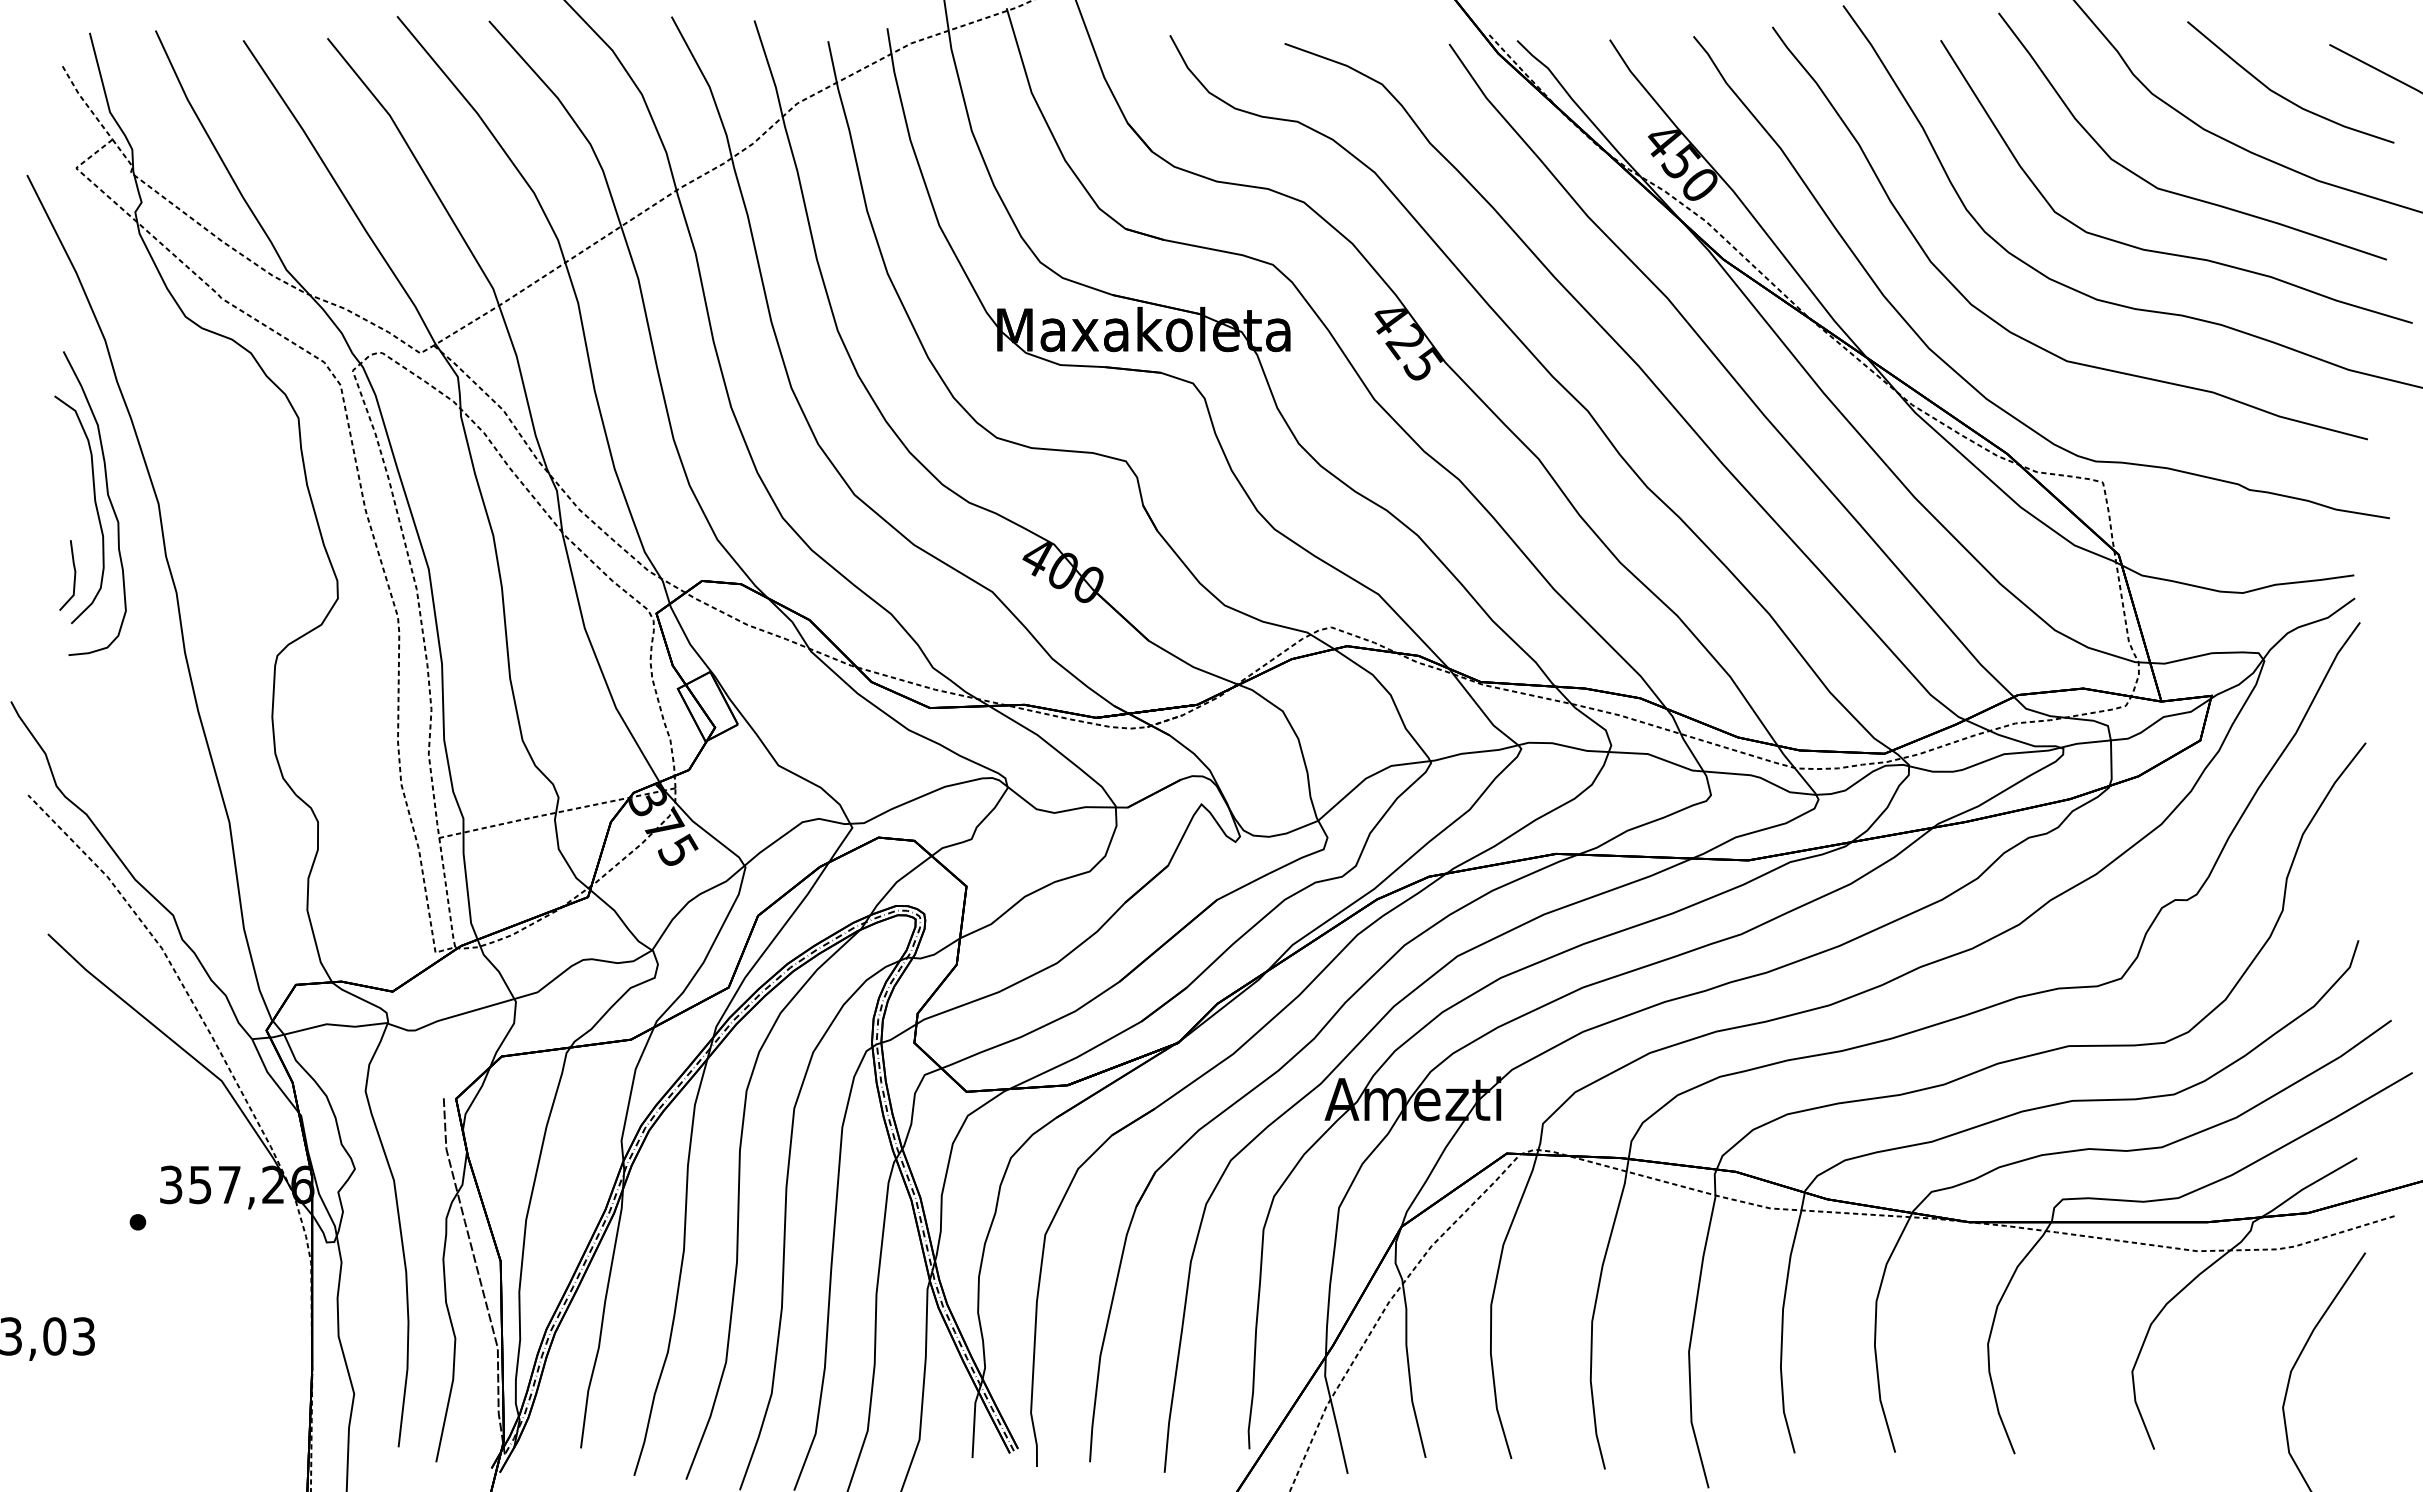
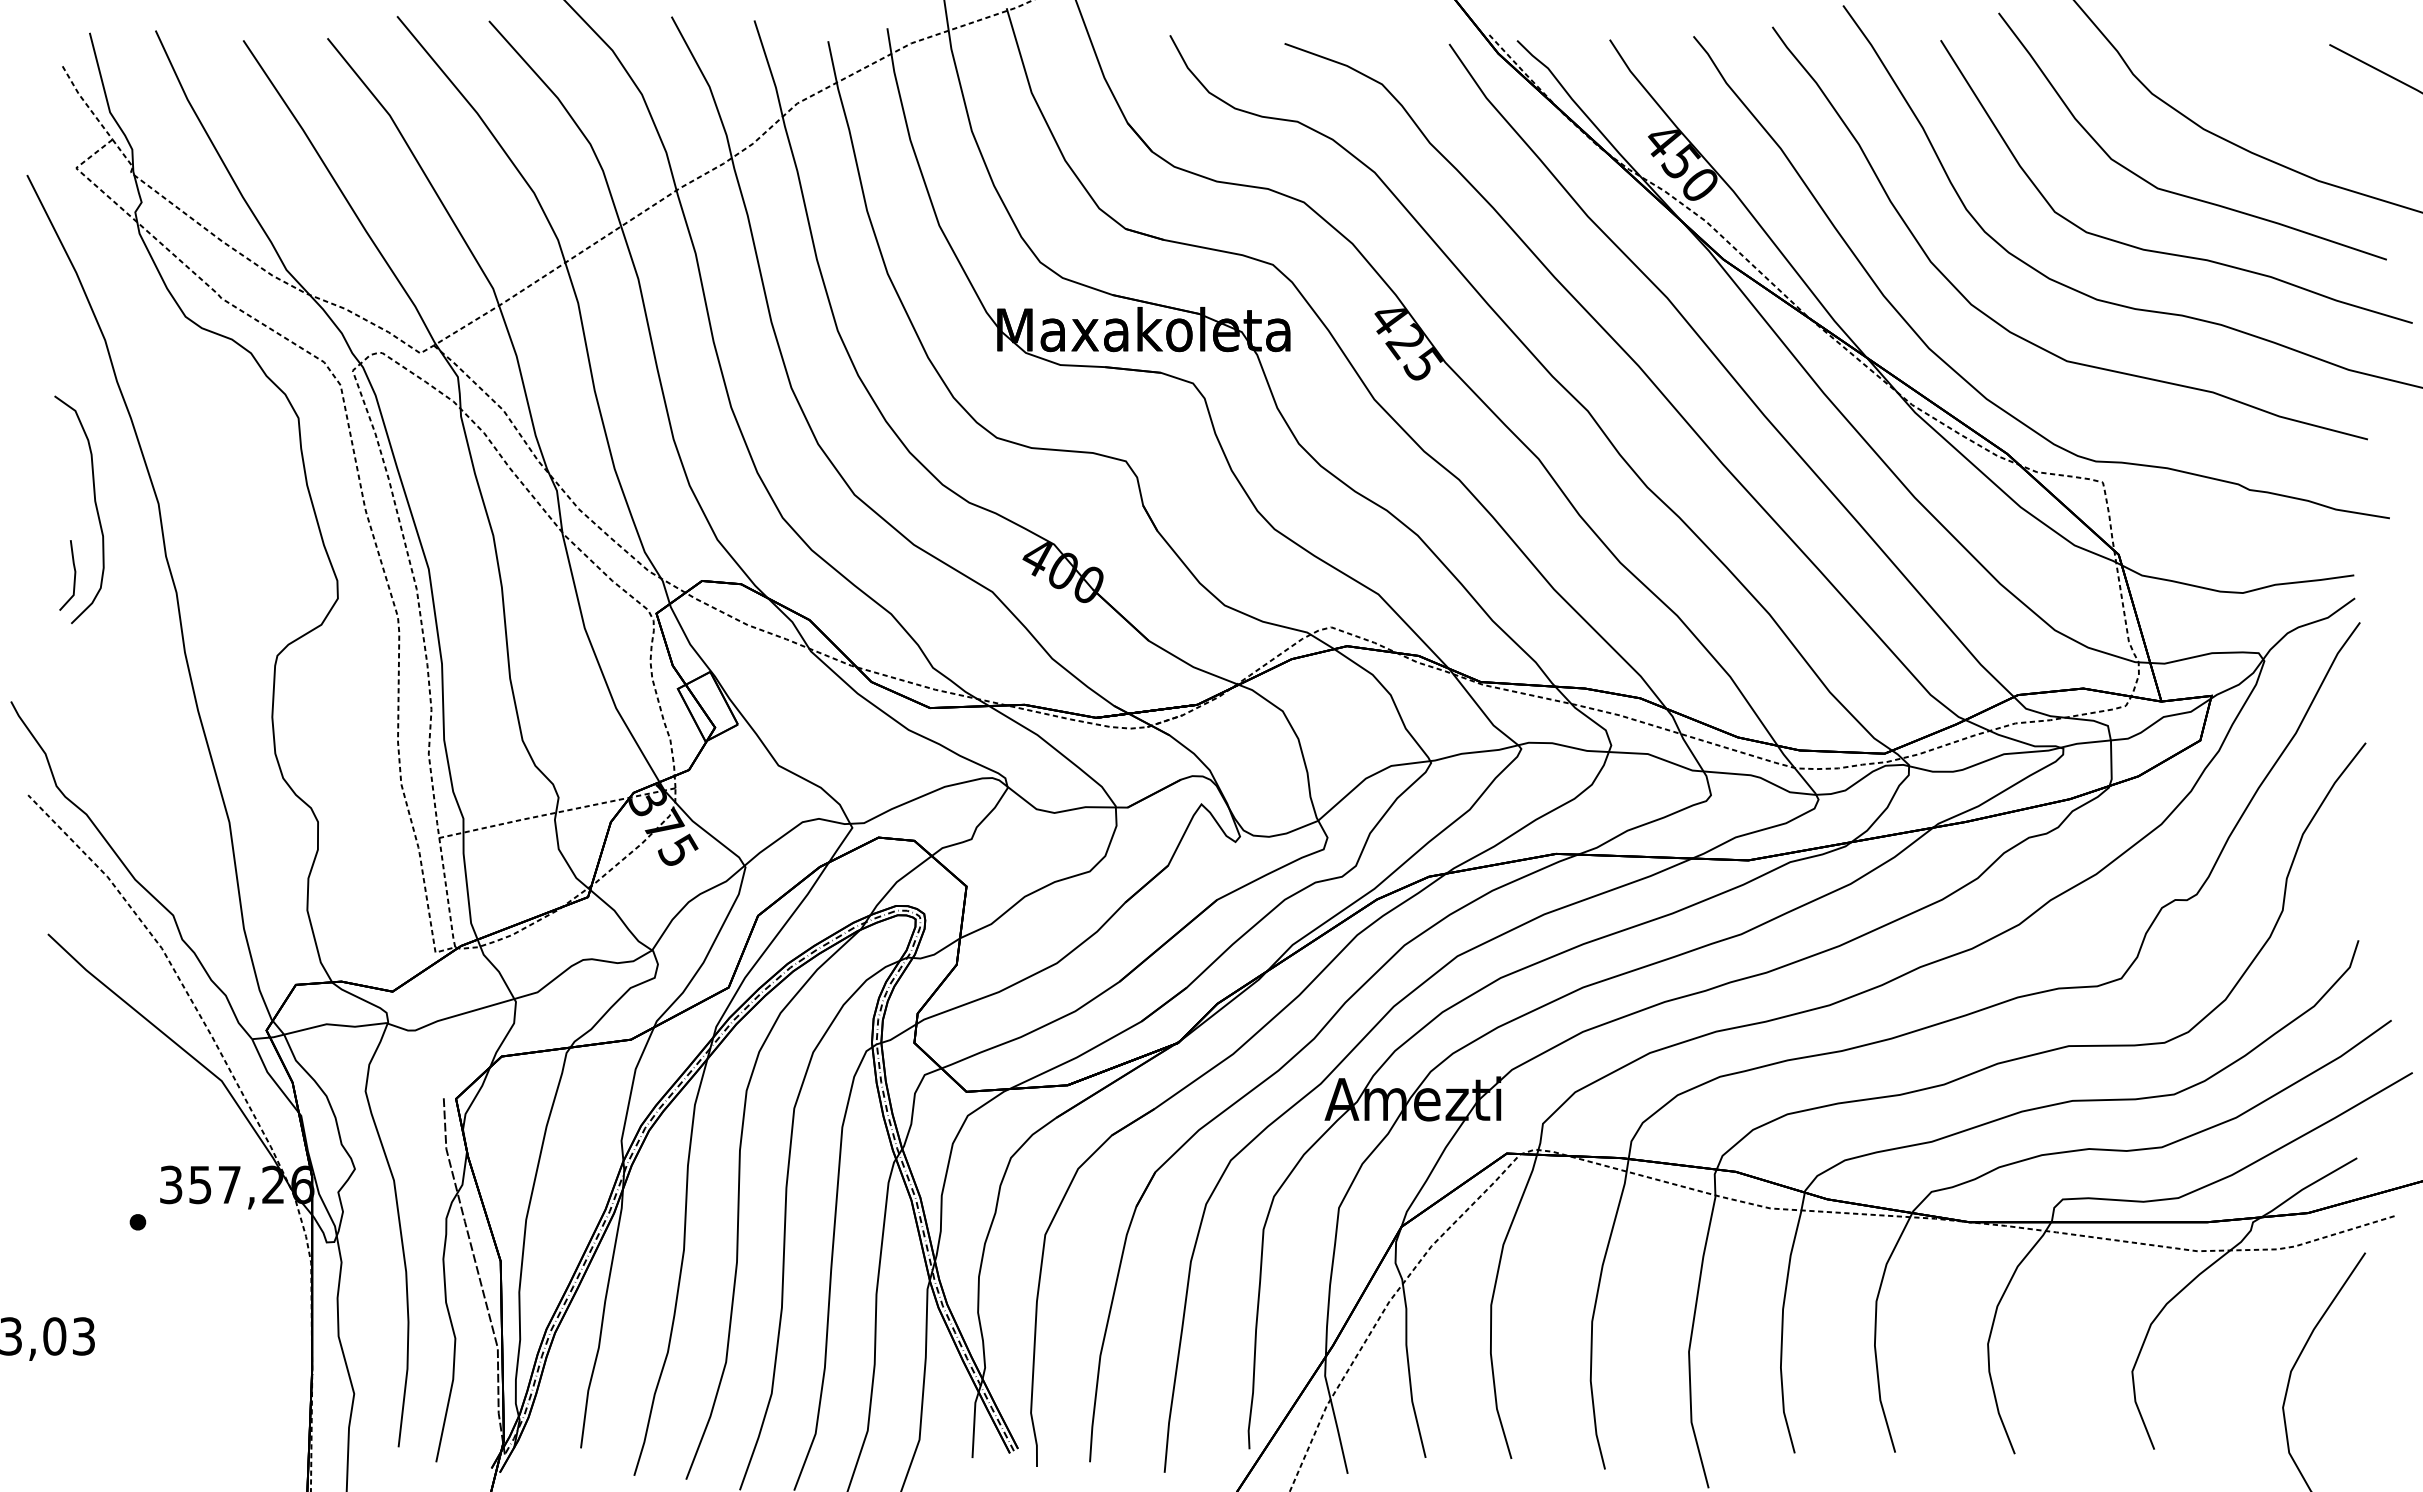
curve at (2280, 94): present -> none
curve at (108, 499): present -> none
